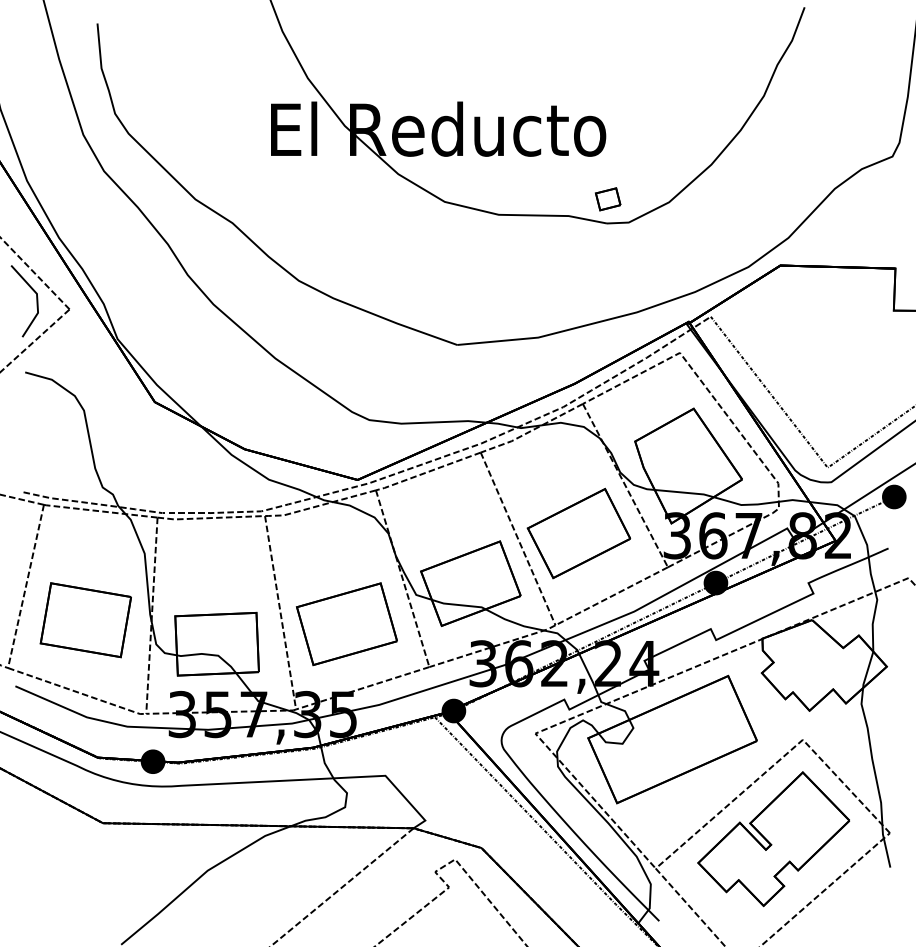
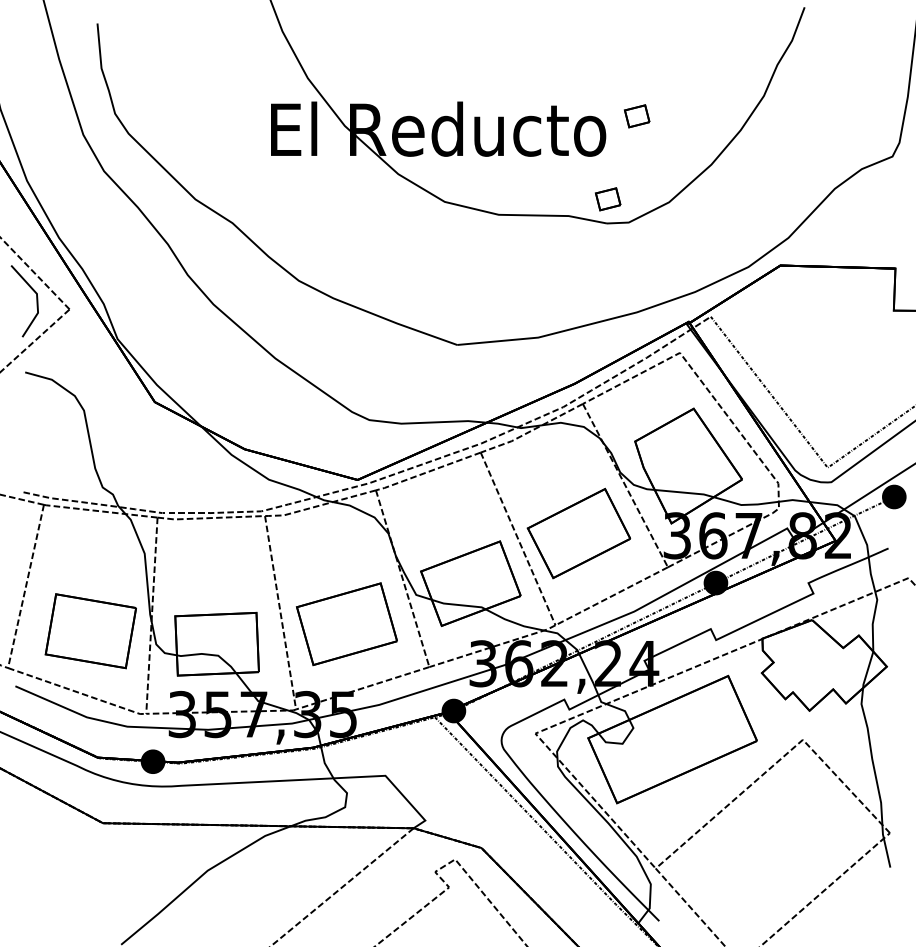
part at (637, 116): none -> present
part at (85, 620) position: (85, 620) -> (90, 631)
part at (773, 839): present -> none
